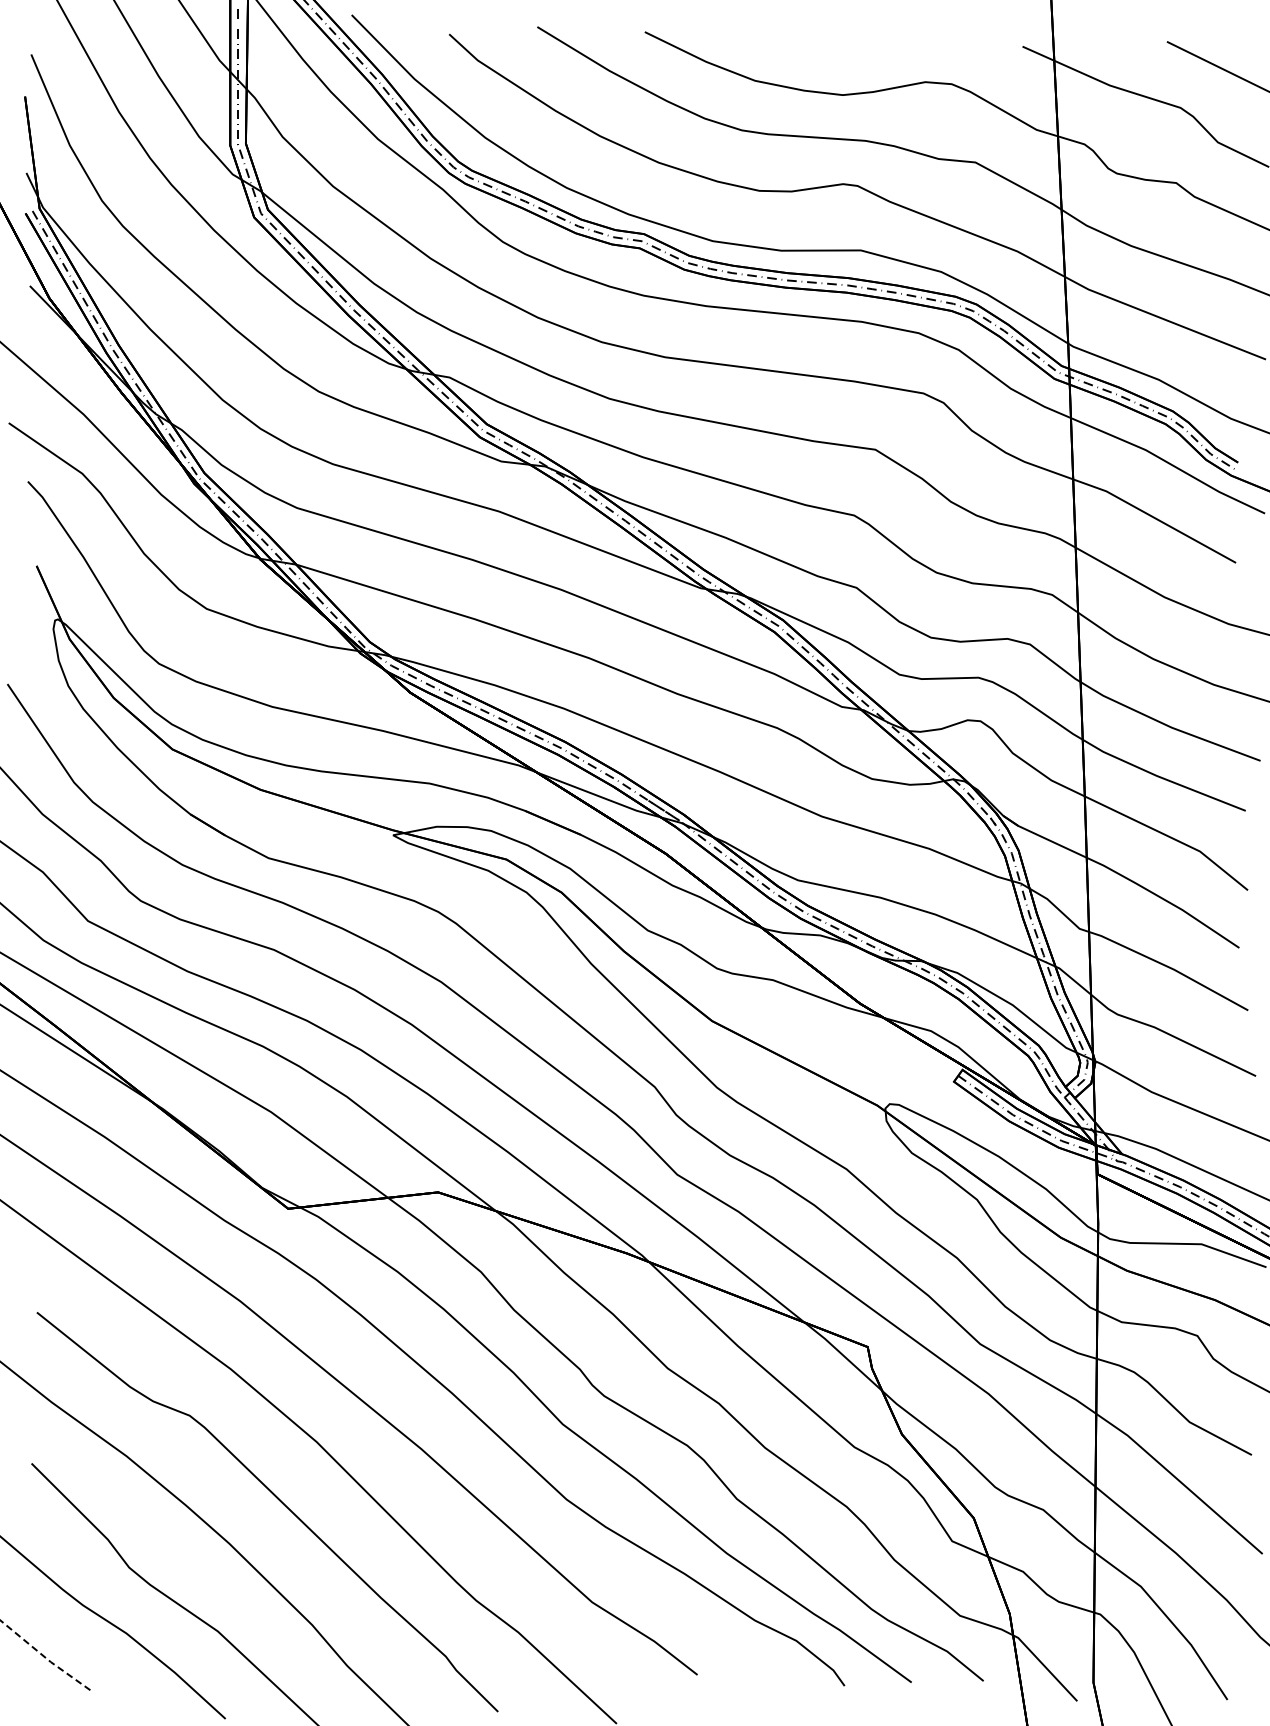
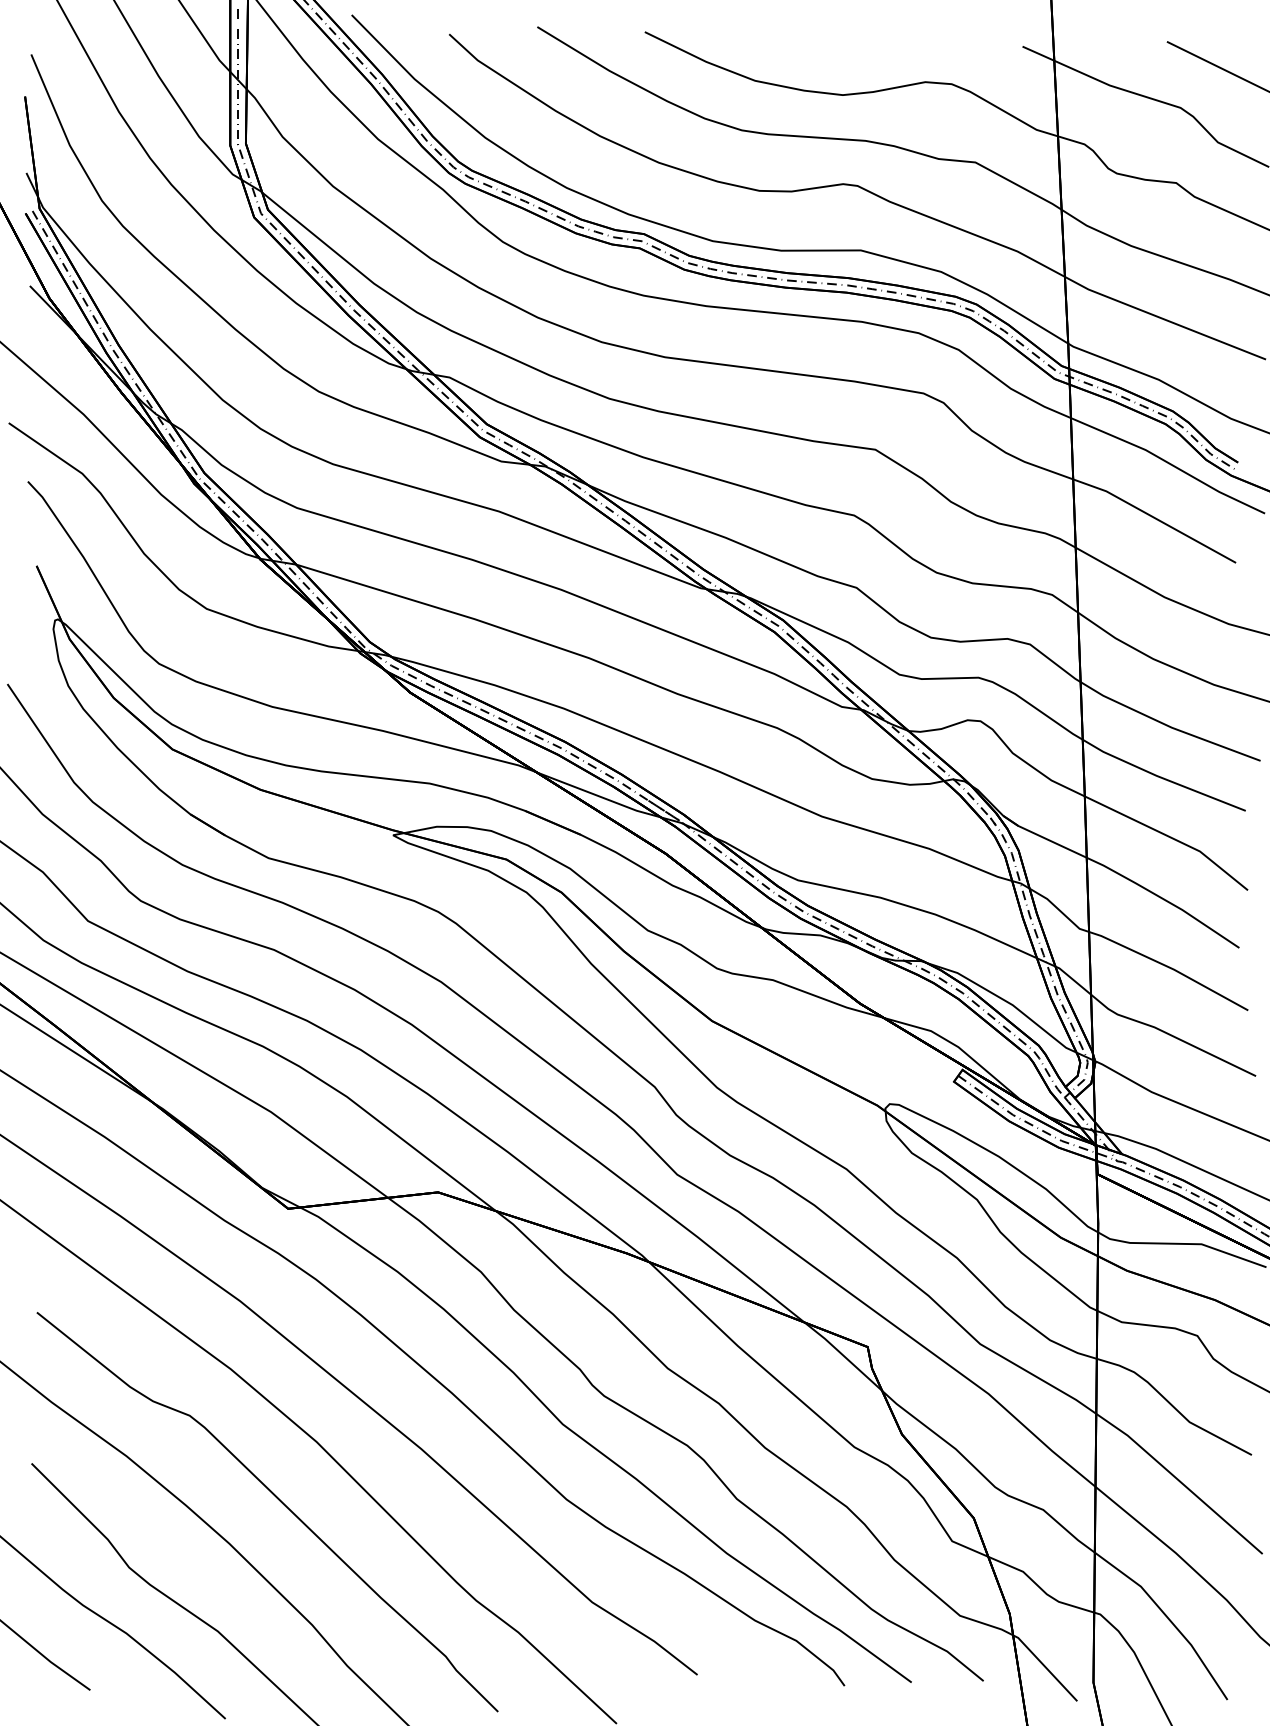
line at (44, 1657): dashed -> solid
